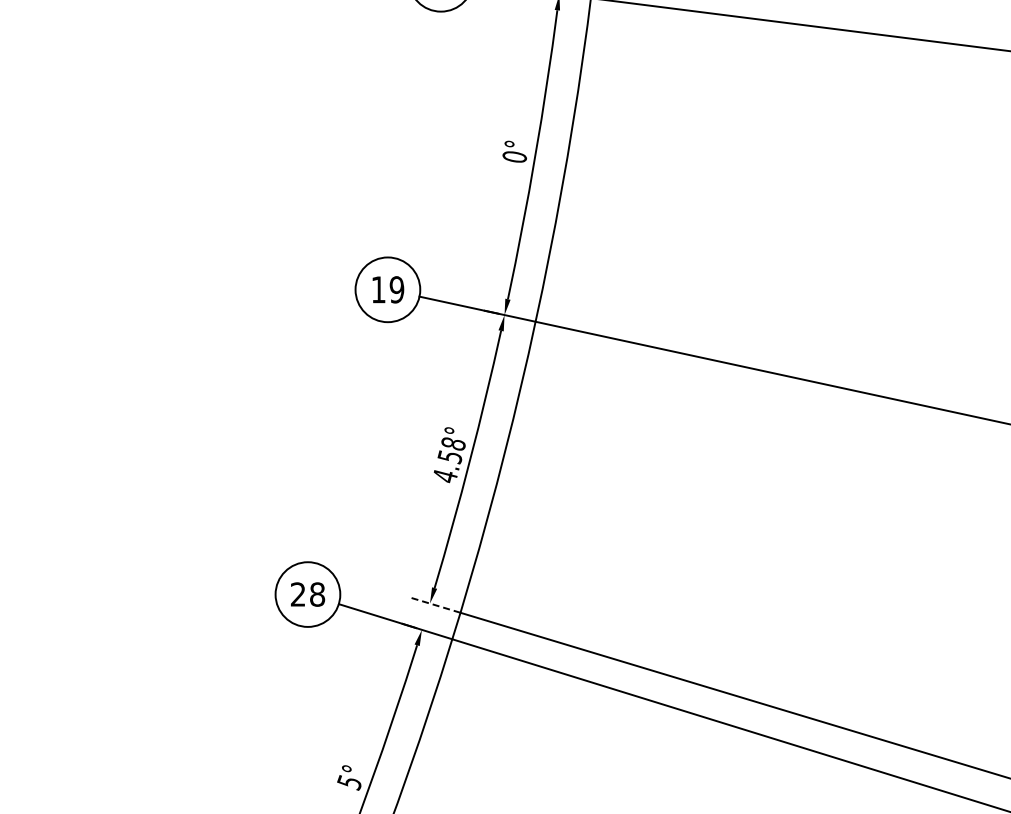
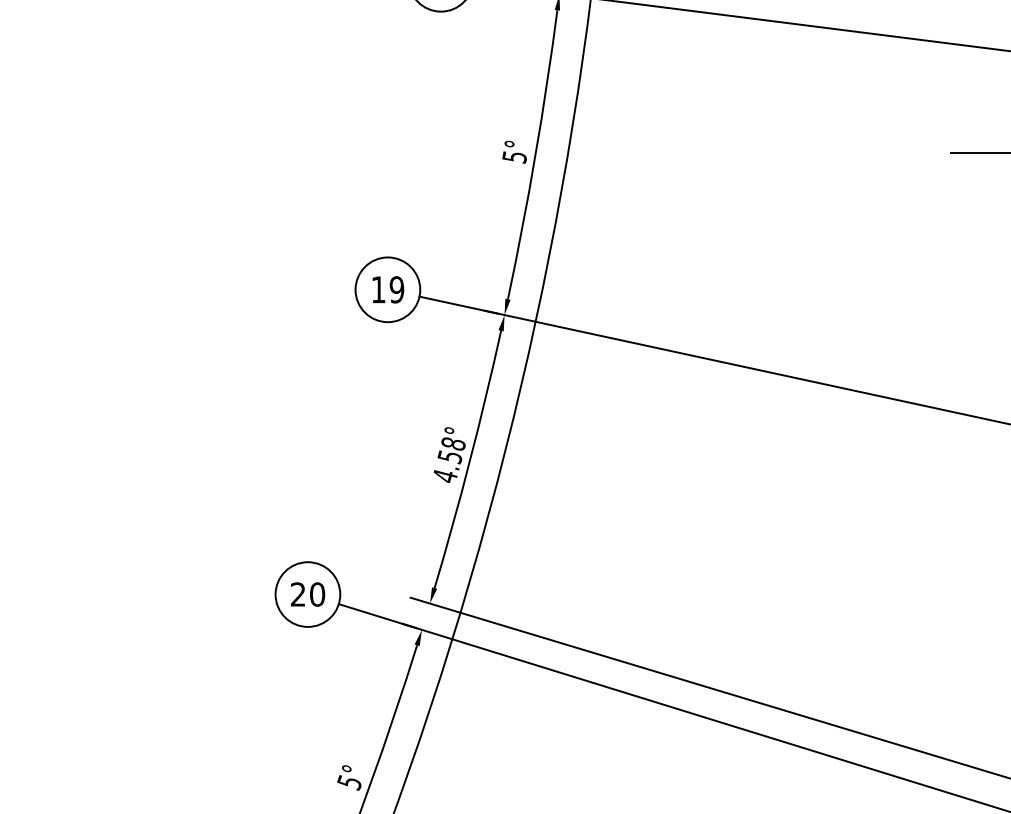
line at (979, 153): none -> present
text at (514, 157): 0° -> 5°
text at (317, 594): 28 -> 20
line at (435, 605): dashed -> solid
